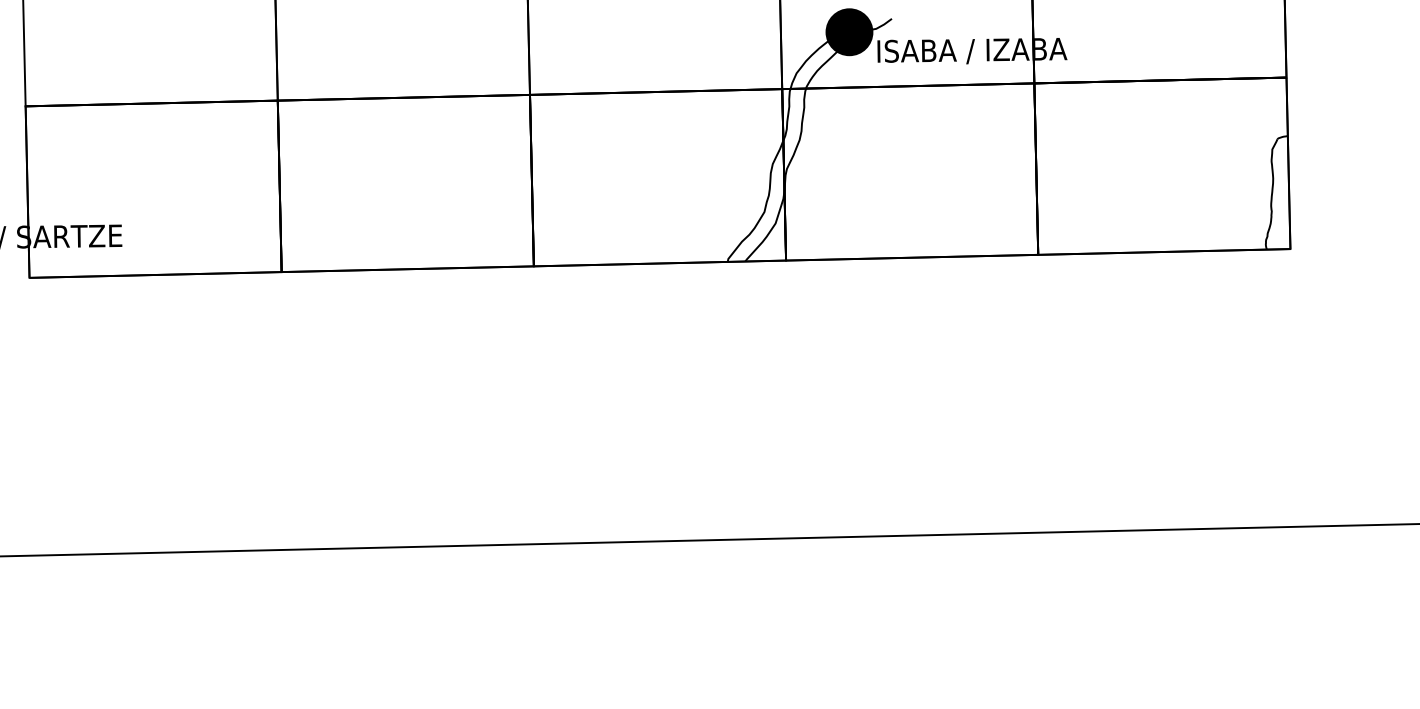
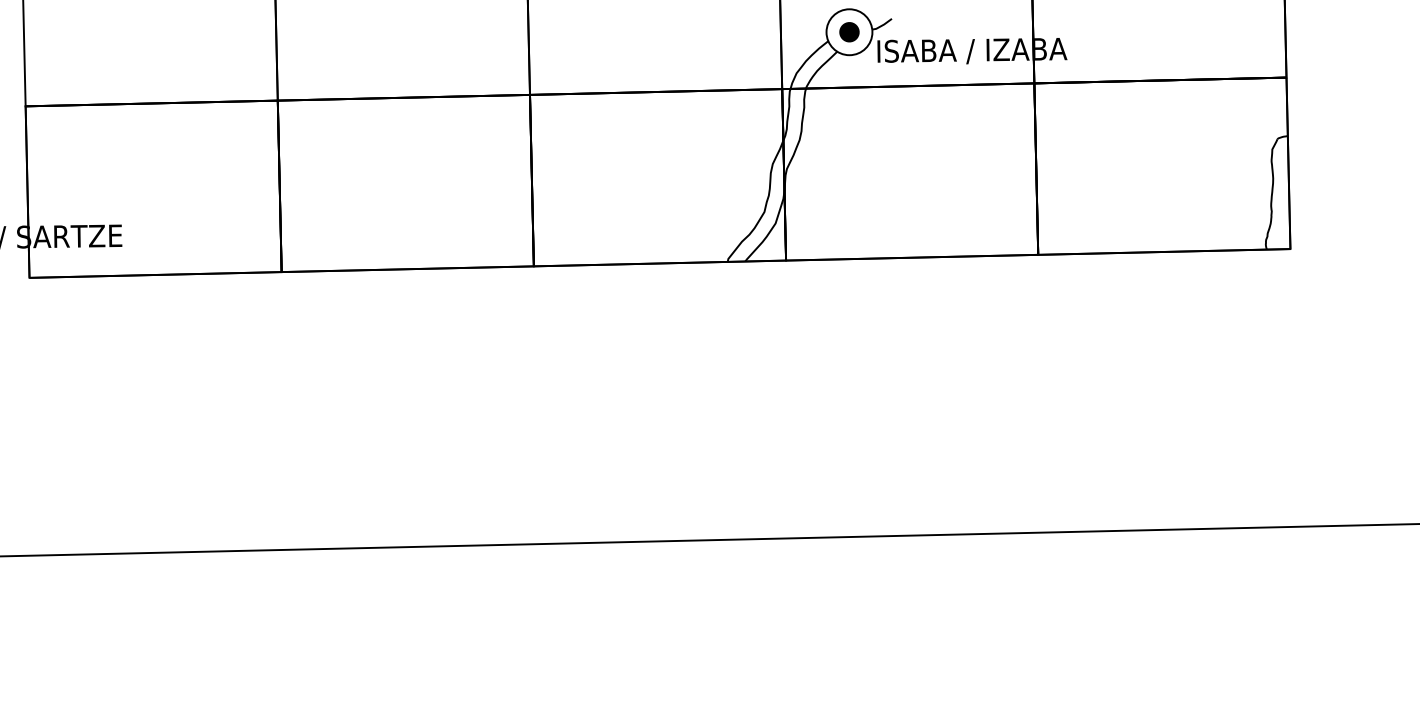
fill at (849, 32): present -> none
fill at (849, 32): present -> none
